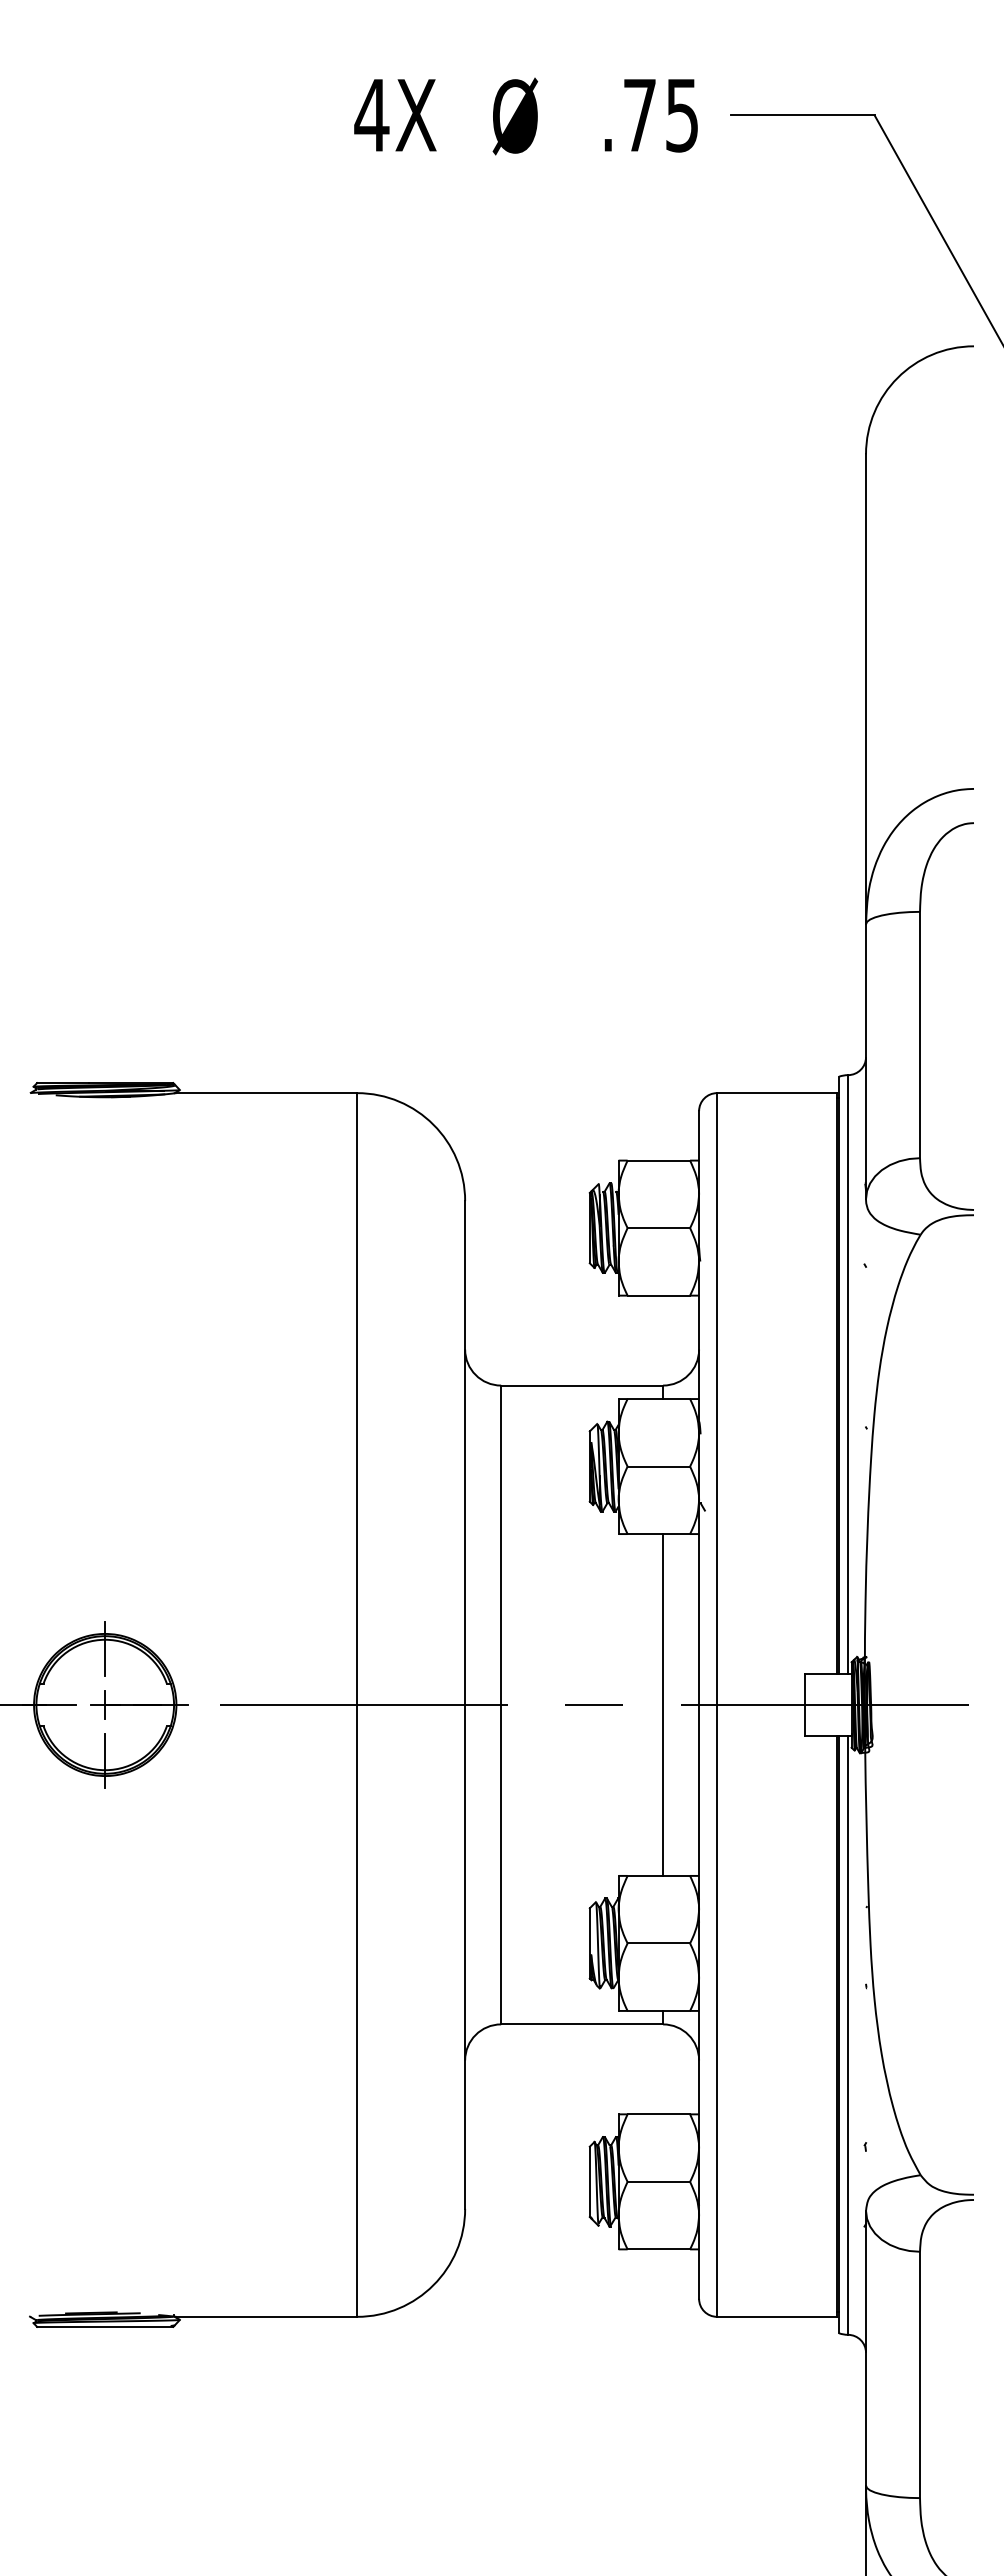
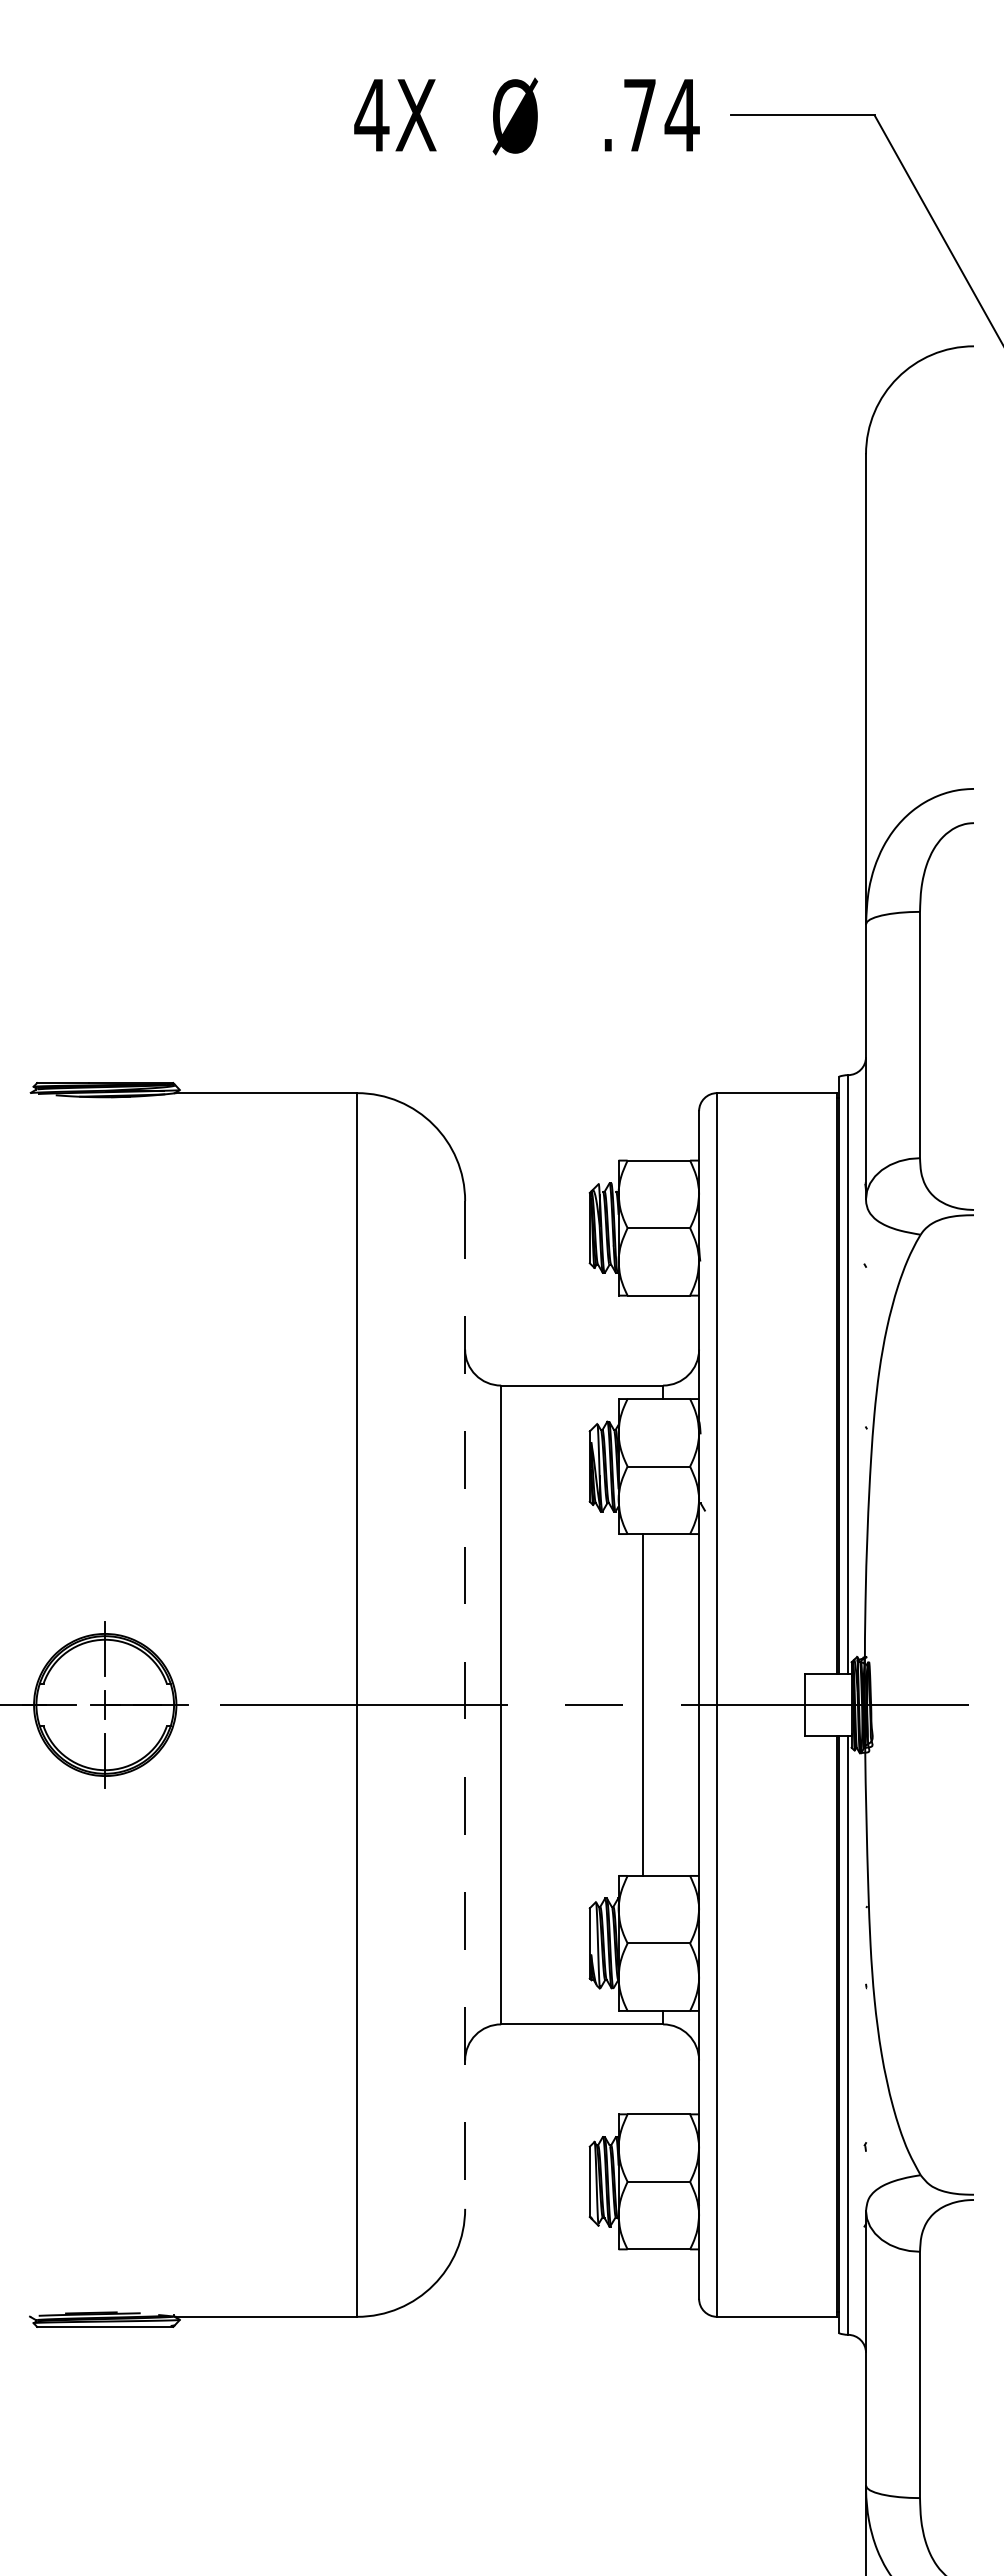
text at (681, 115): .75 -> .74
line at (465, 1704): solid -> dashed
line at (663, 1704) position: (663, 1704) -> (643, 1704)
